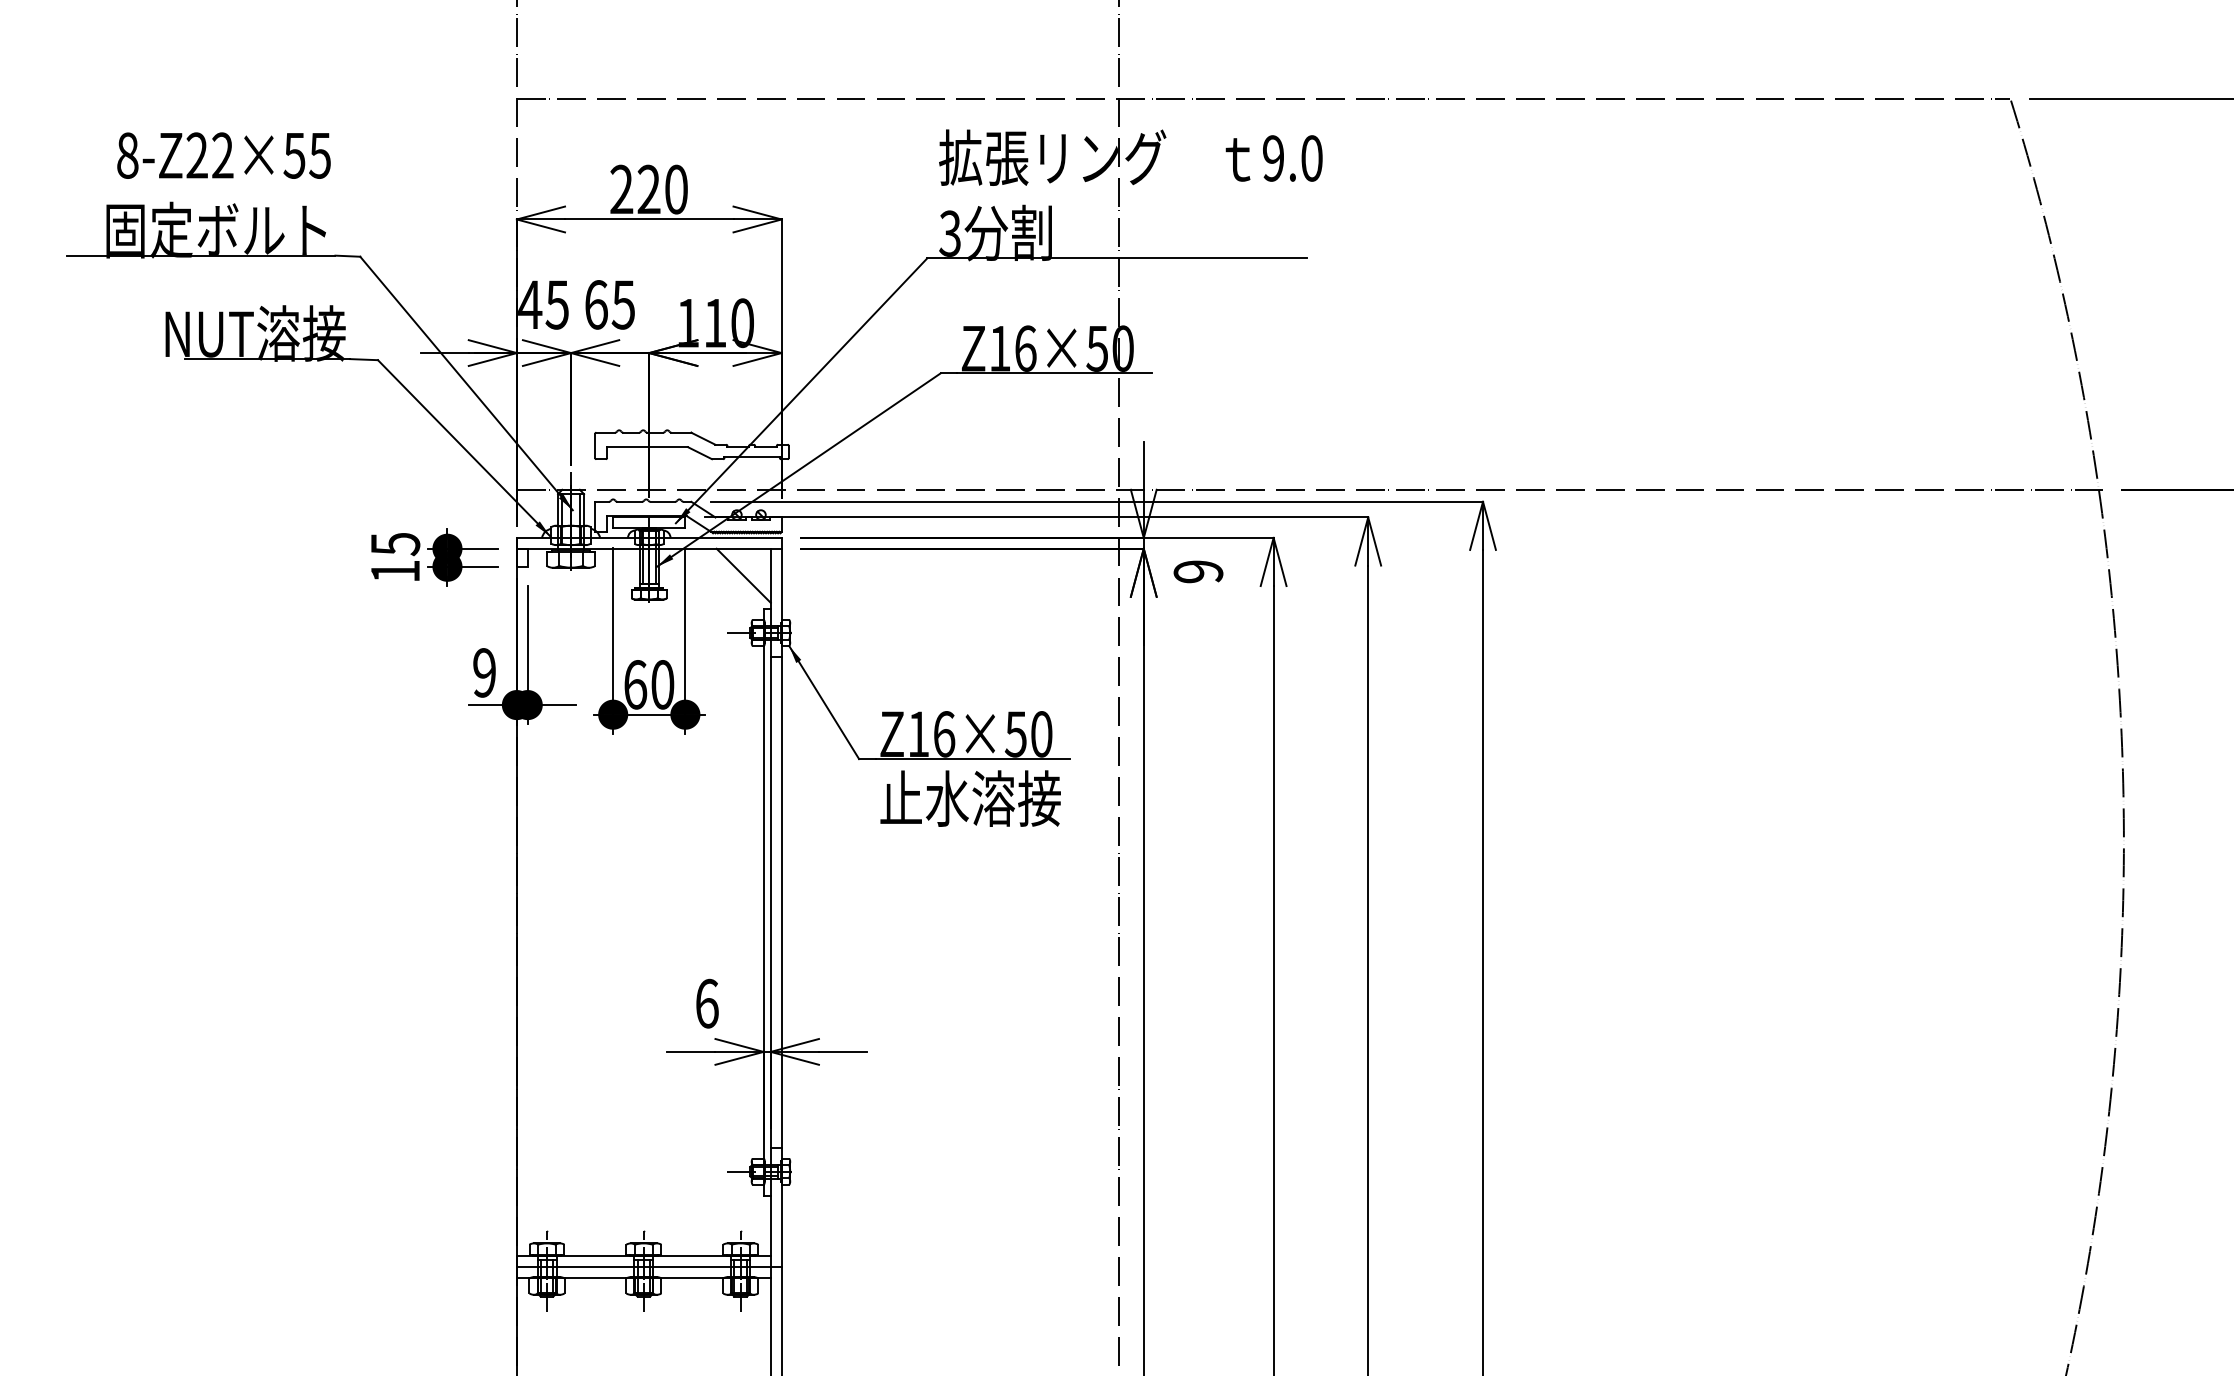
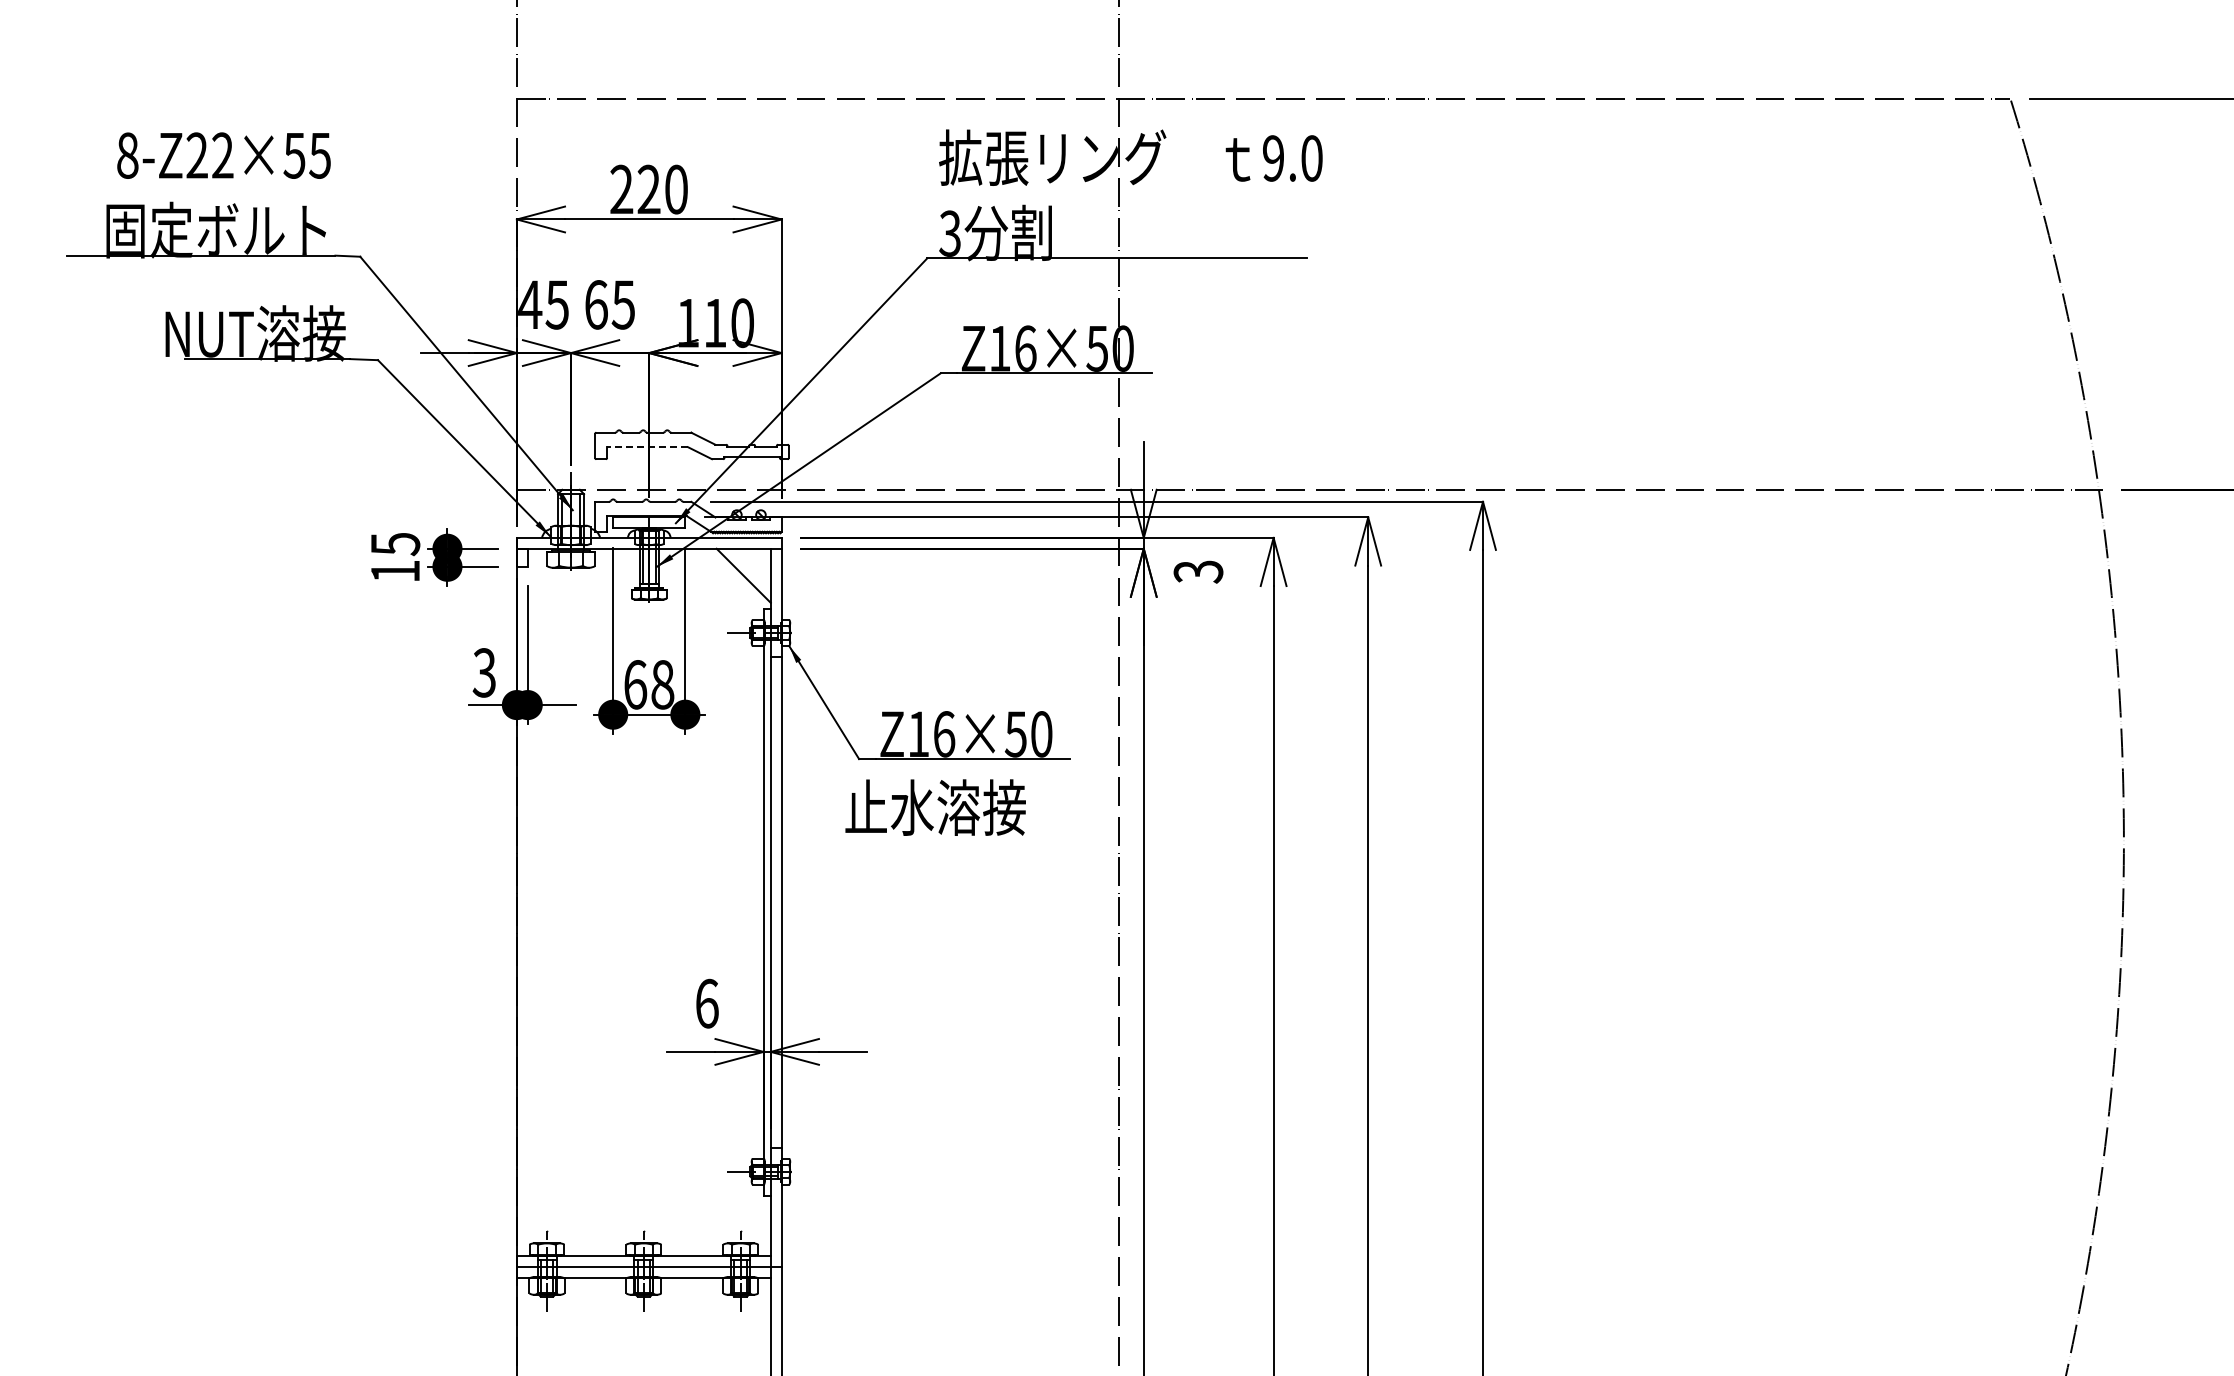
line at (647, 447): solid -> dashed
text at (1198, 571): 9 -> 3
text at (483, 672): 9 -> 3
text at (662, 684): 60 -> 68
text at (970, 798) position: (970, 798) -> (935, 807)
